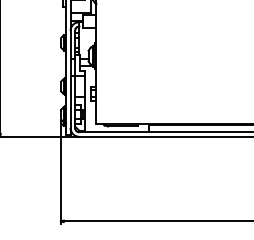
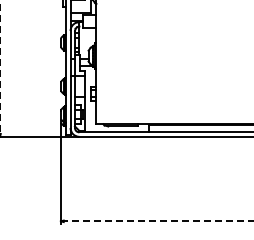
line at (0, 68): solid -> dashed
line at (157, 221): solid -> dashed
